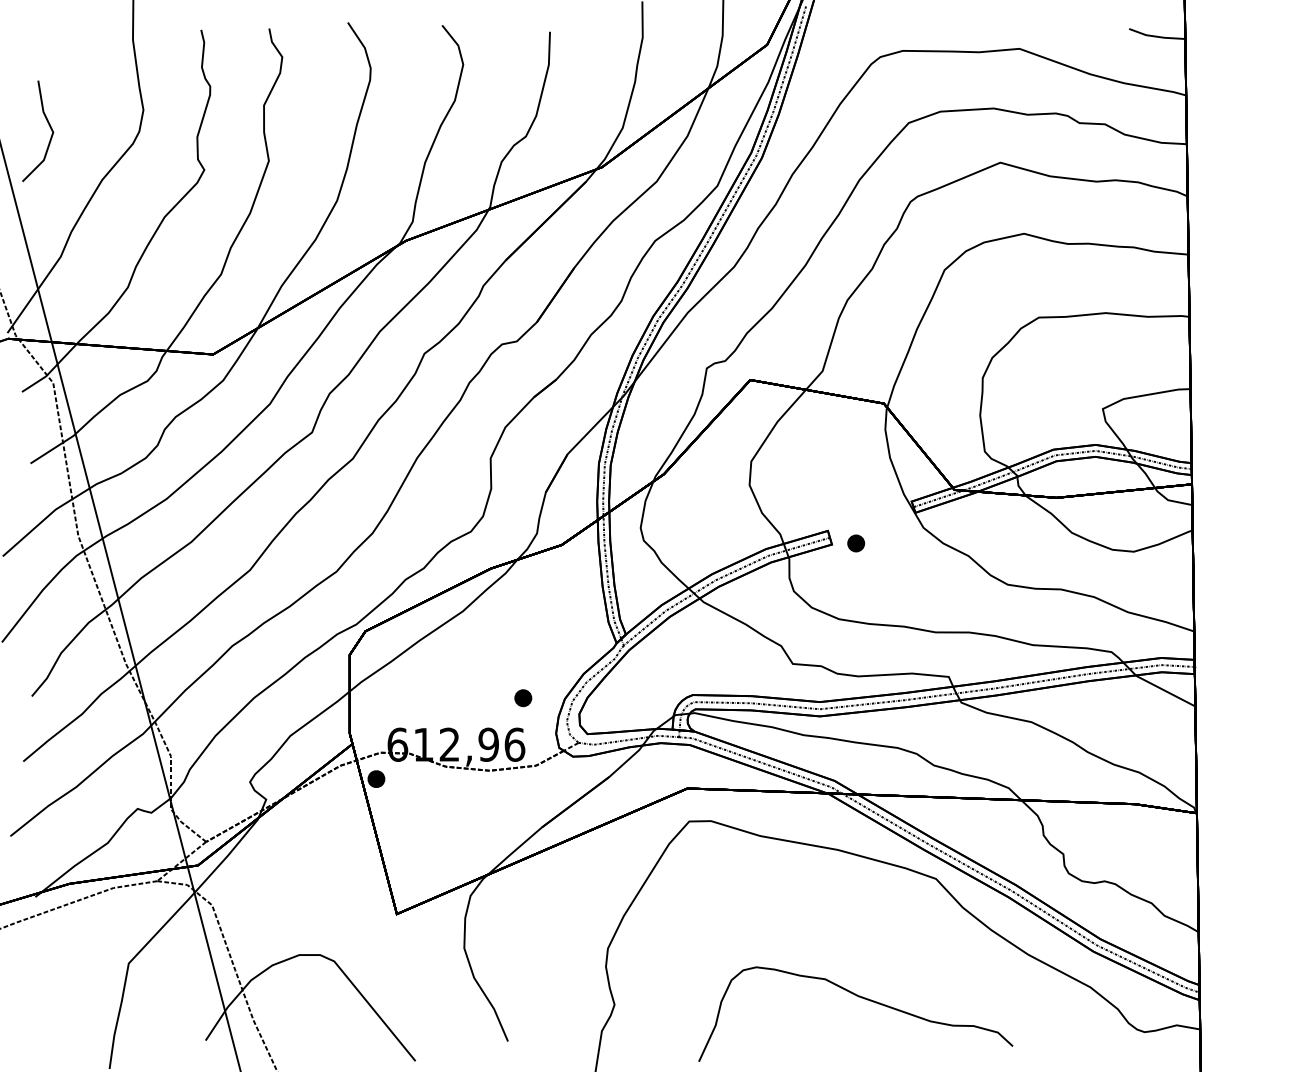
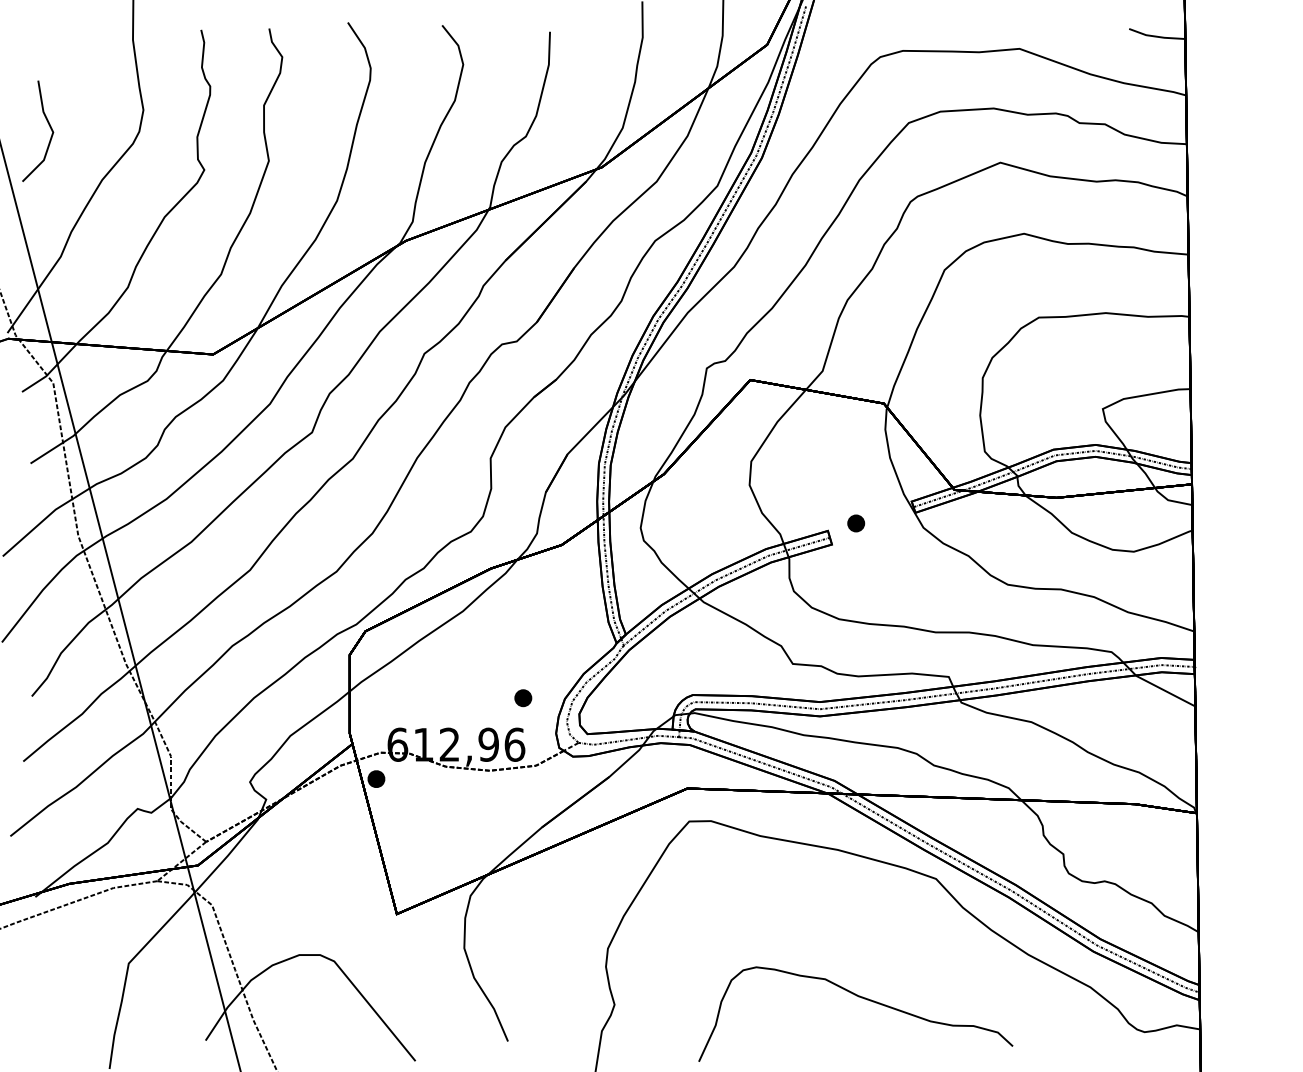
part at (856, 543) position: (856, 543) -> (856, 523)
